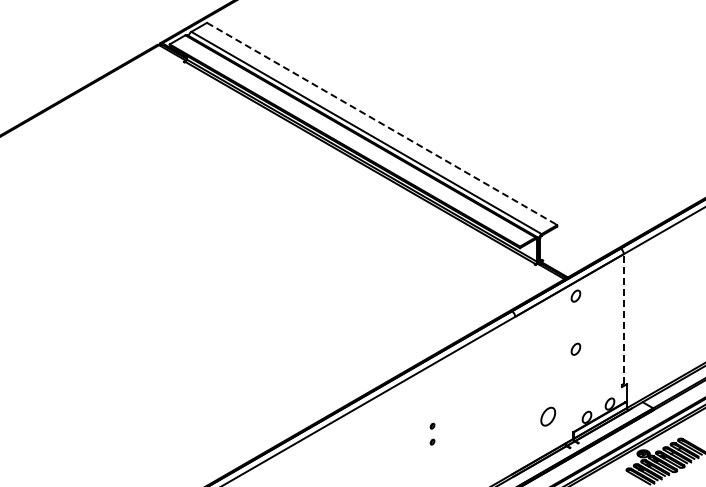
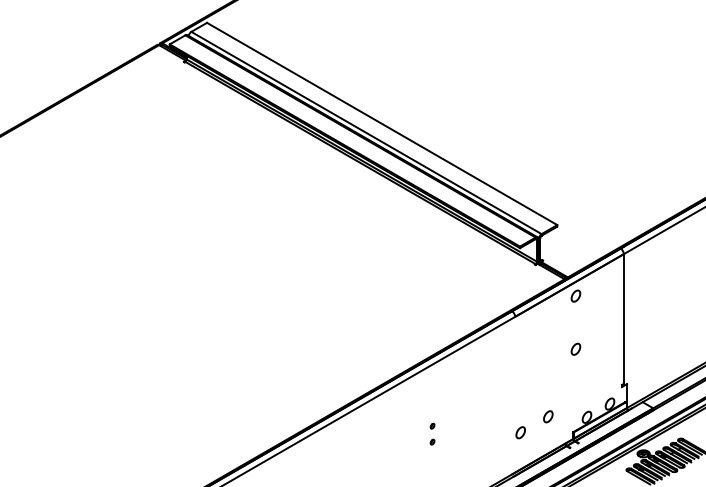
line at (382, 124): dashed -> solid
line at (623, 319): dashed -> solid
part at (548, 416) size: 17x21 px -> 11x14 px
part at (520, 432): none -> present
